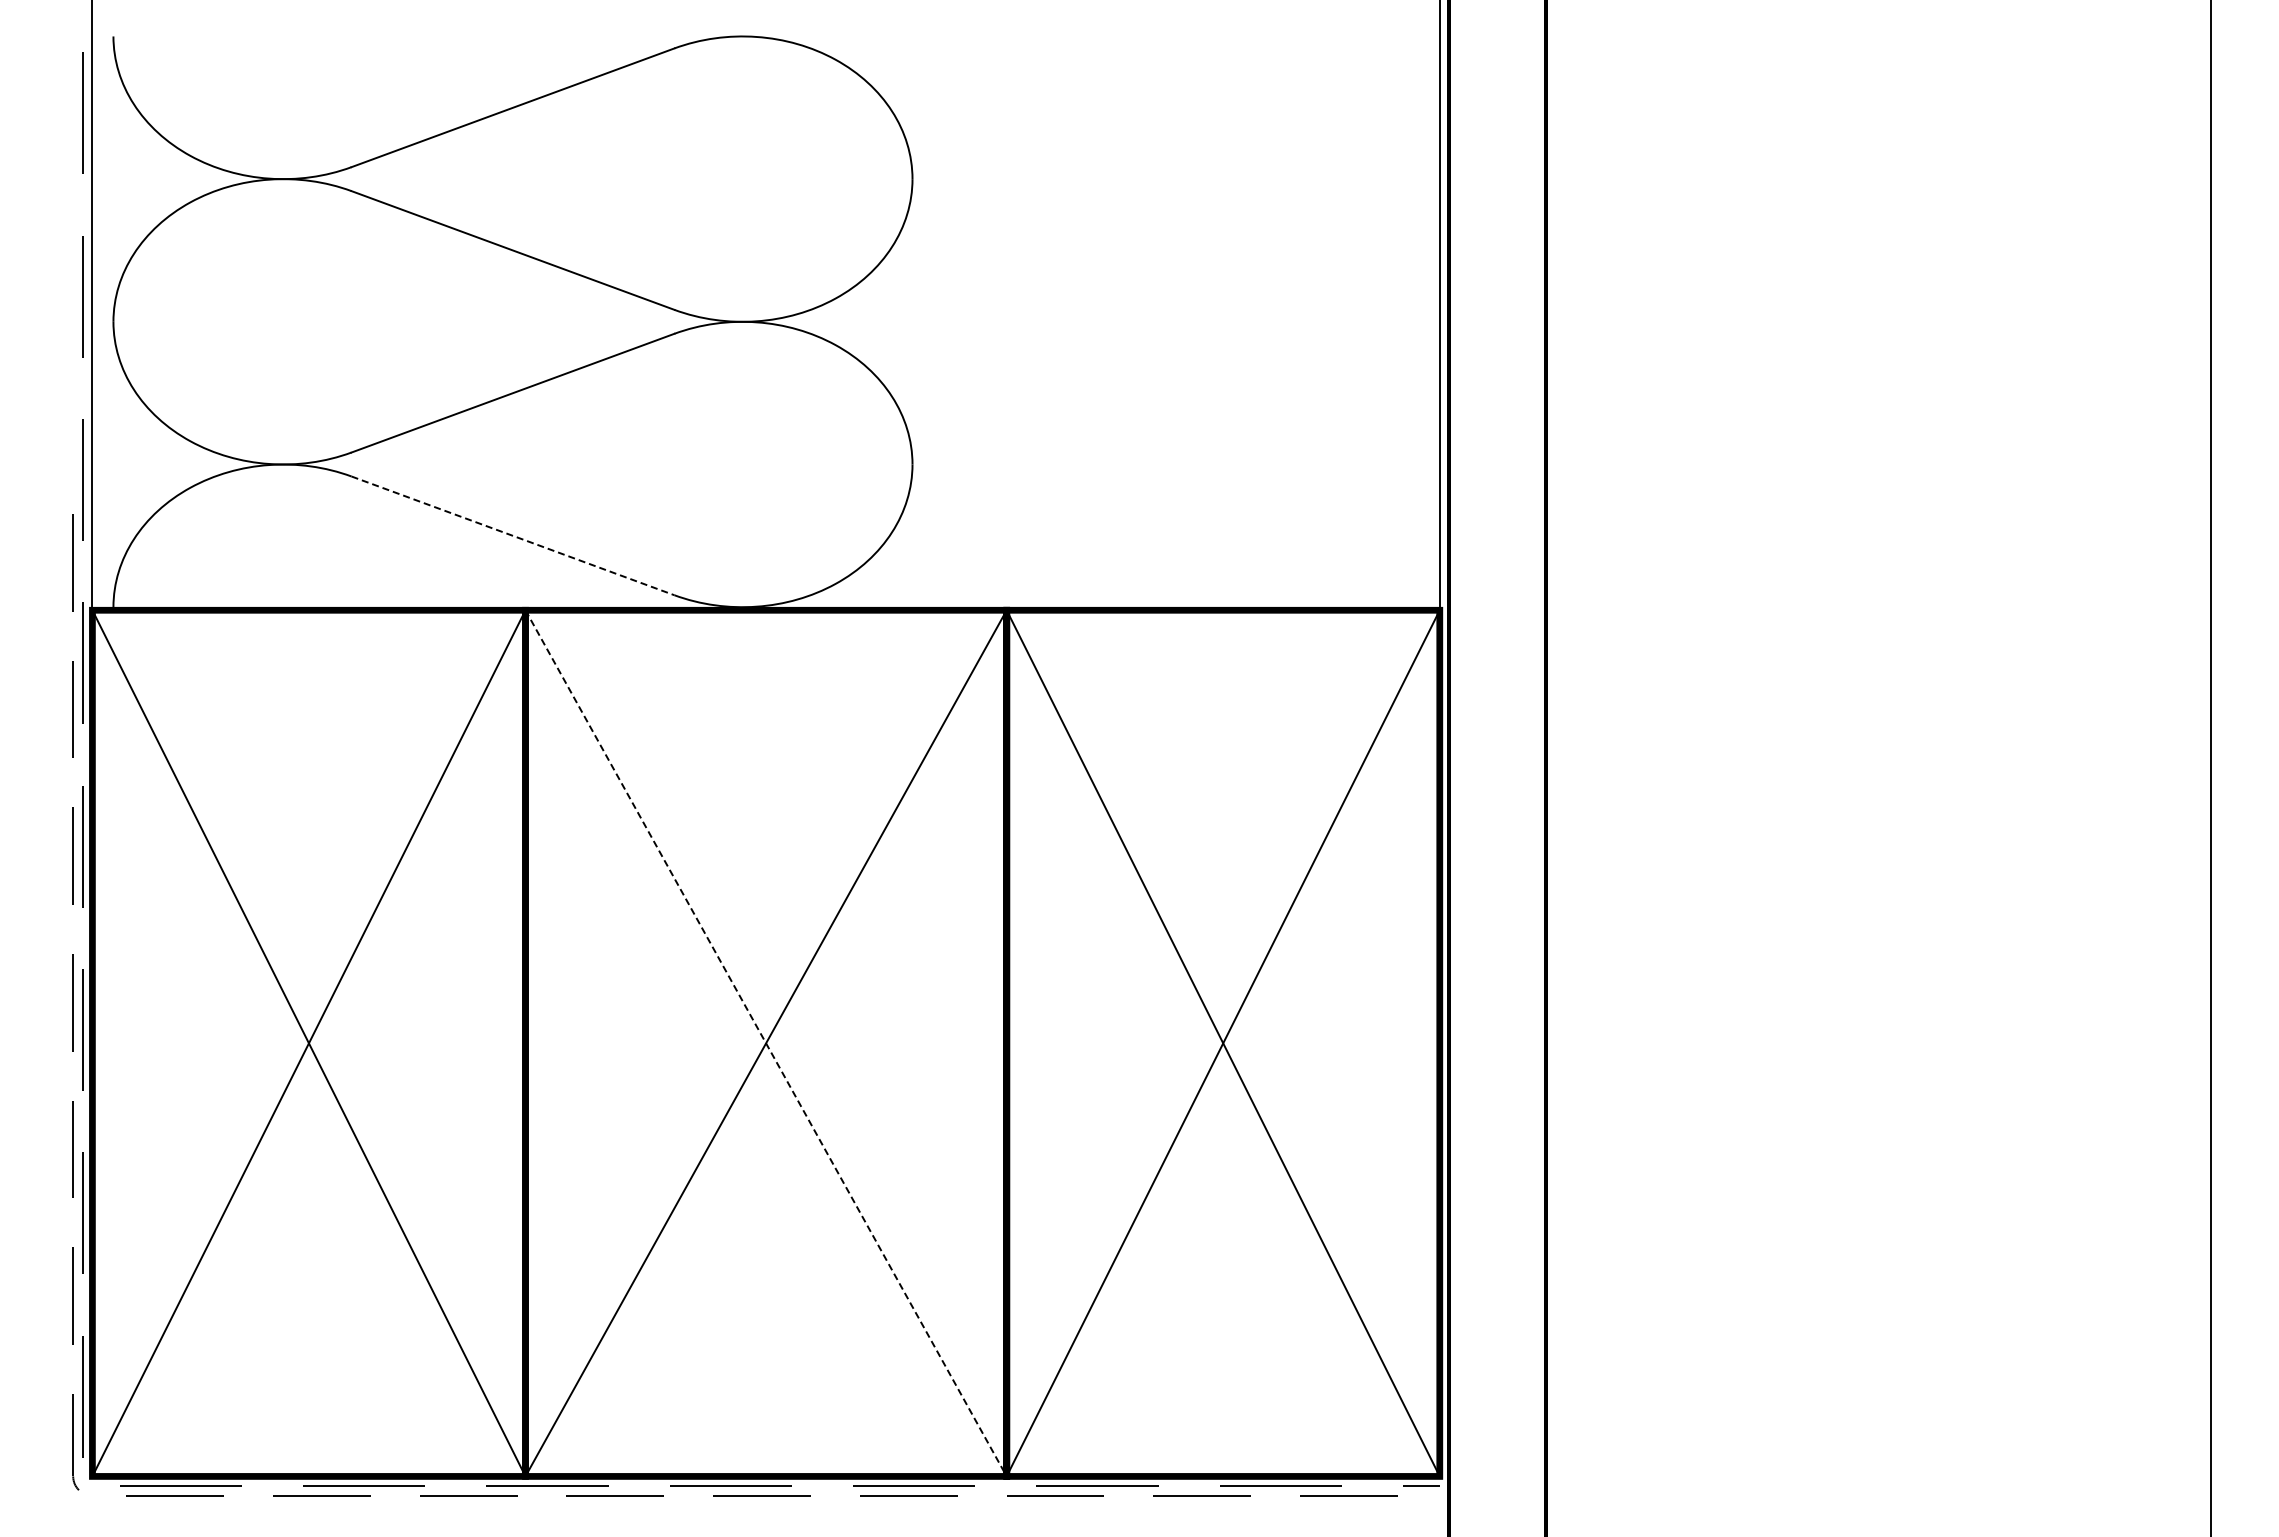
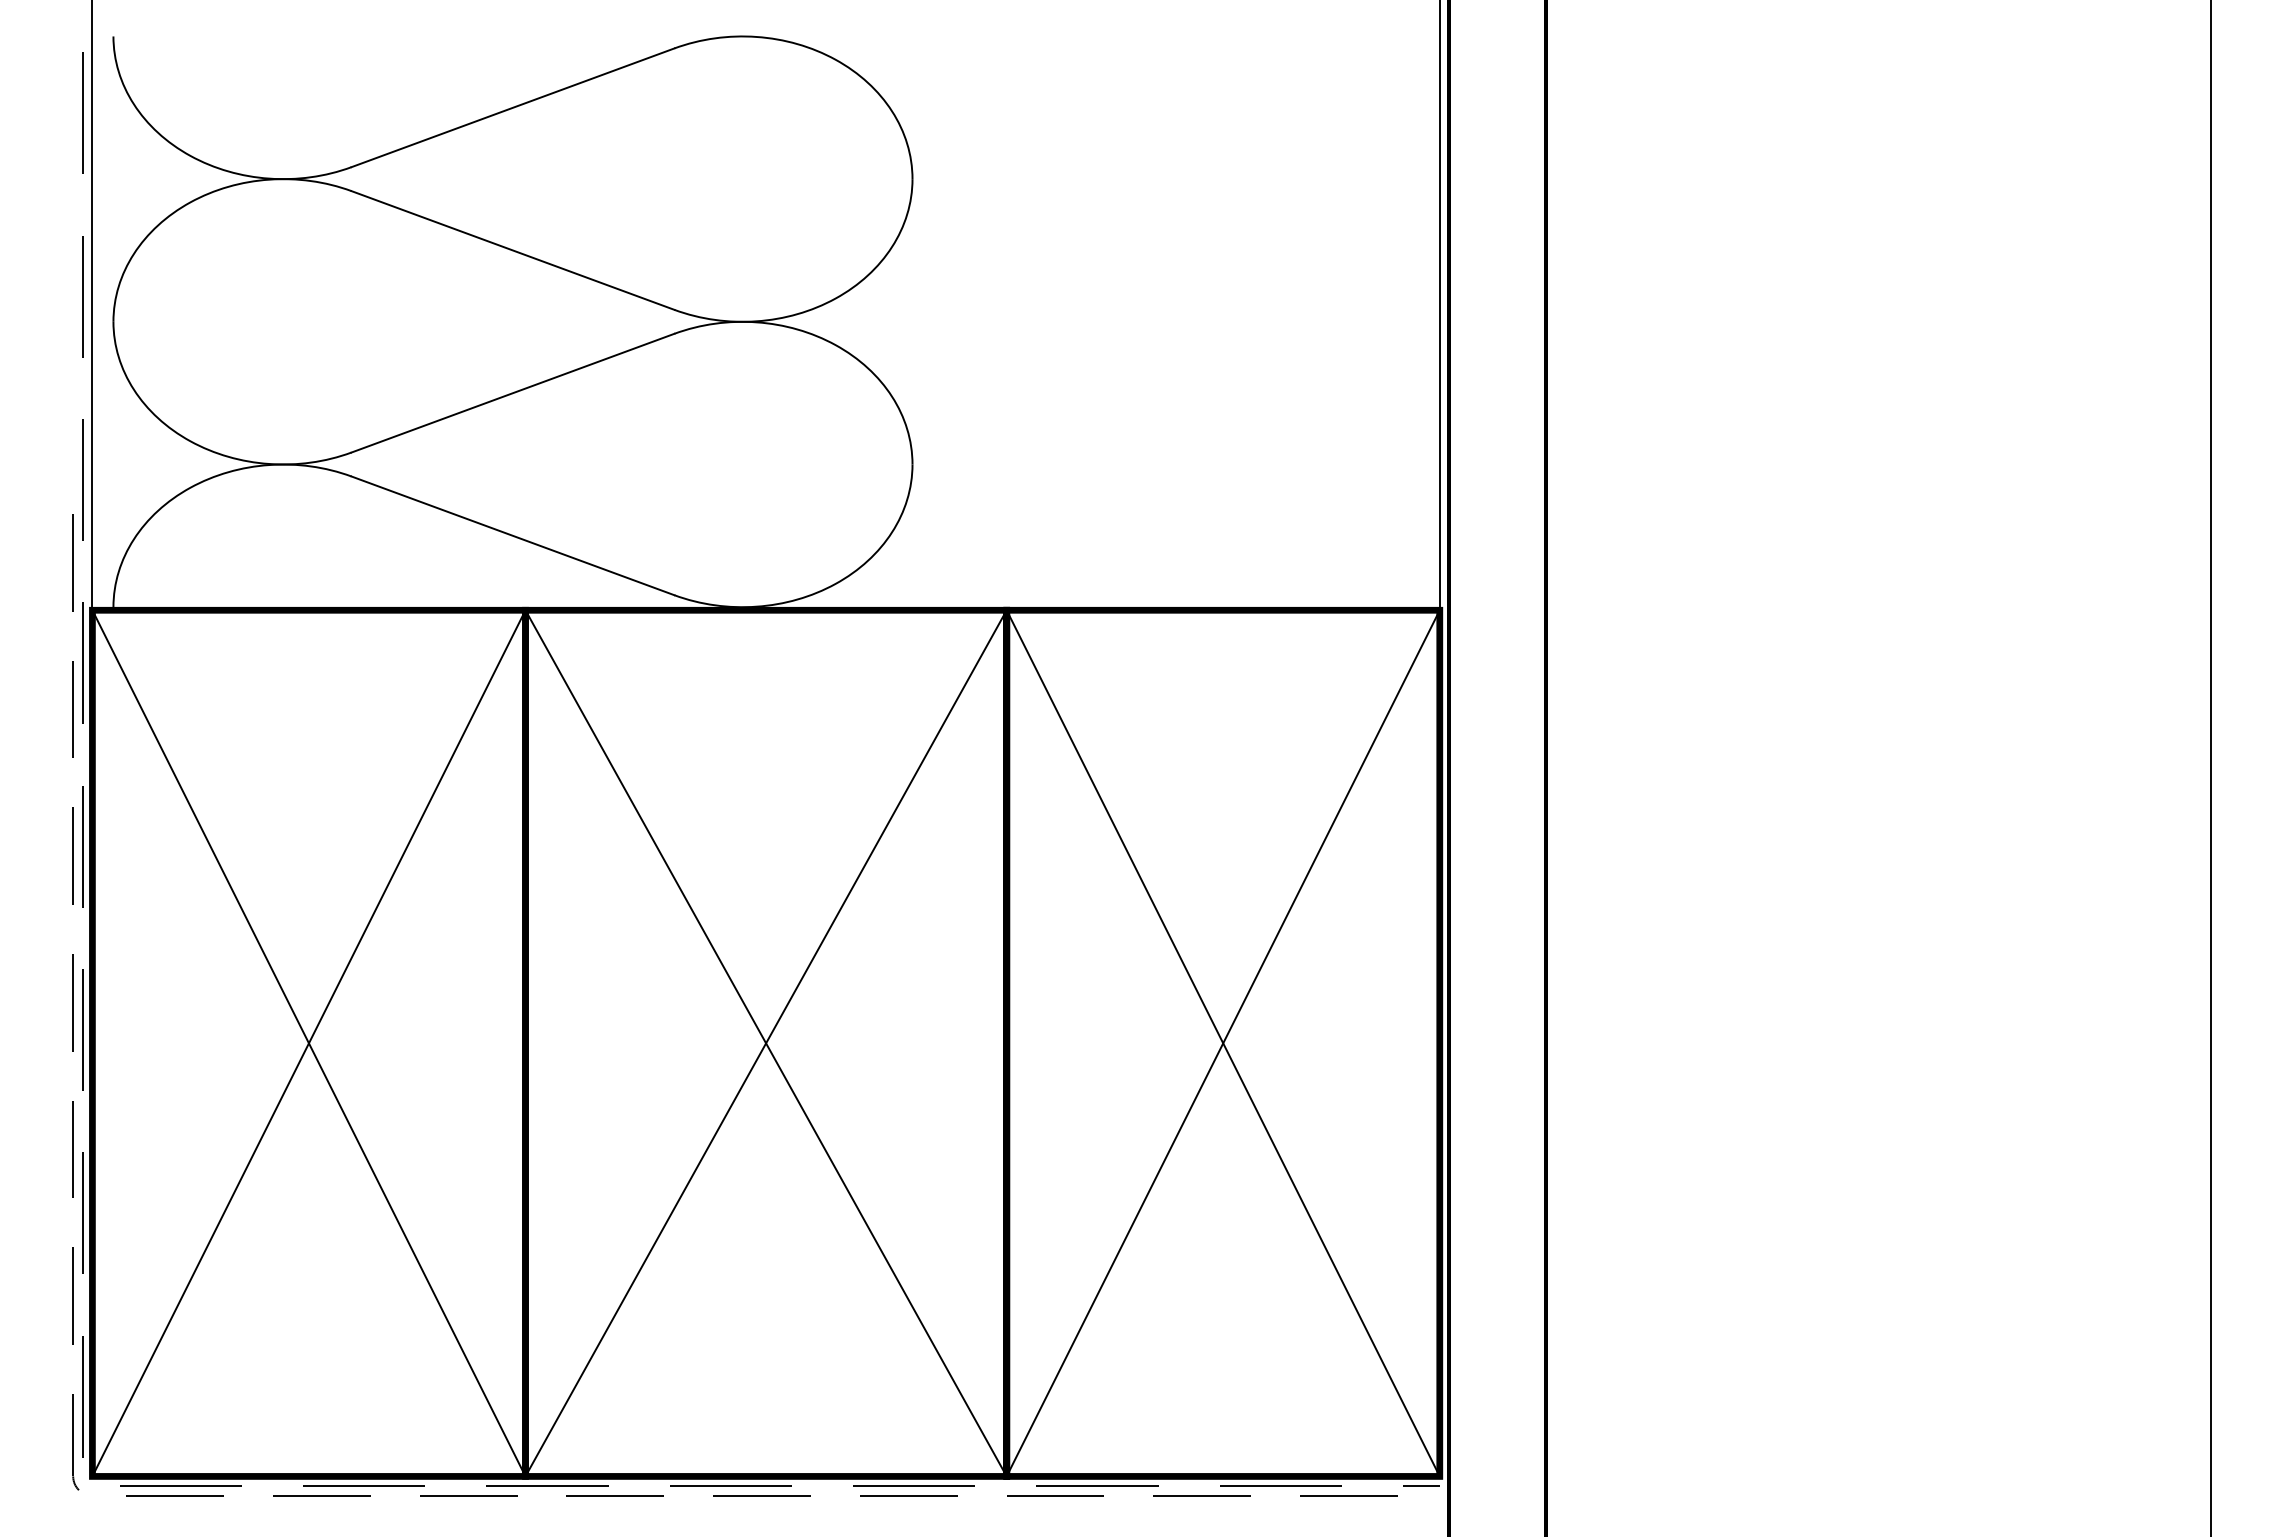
line at (512, 535): dashed -> solid
line at (766, 1043): dashed -> solid
